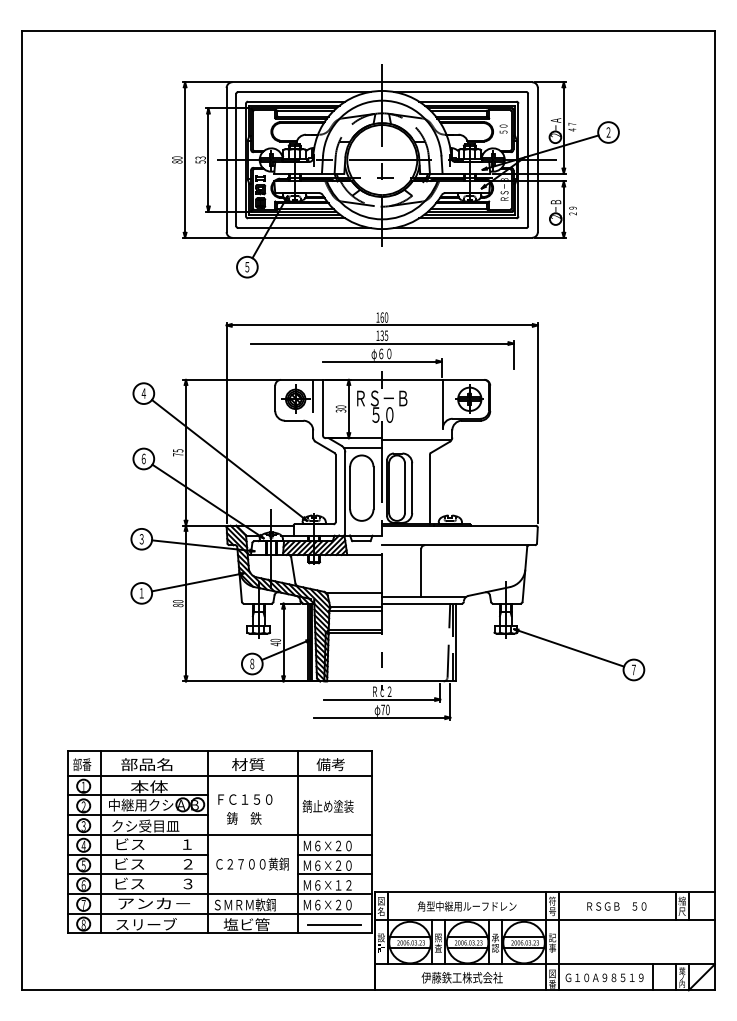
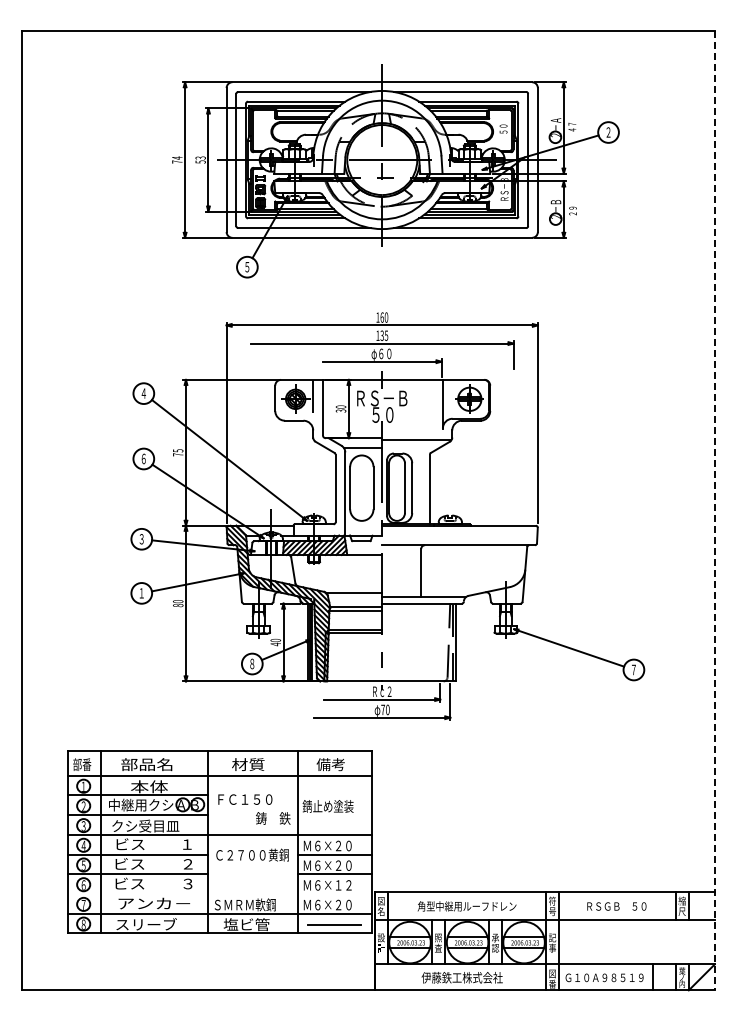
text at (177, 159): 80 -> 74
line at (714, 510): solid -> dashed
text at (244, 818) position: (244, 818) -> (273, 818)
text at (252, 863) position: (252, 863) -> (252, 854)
line at (220, 893): present -> none
